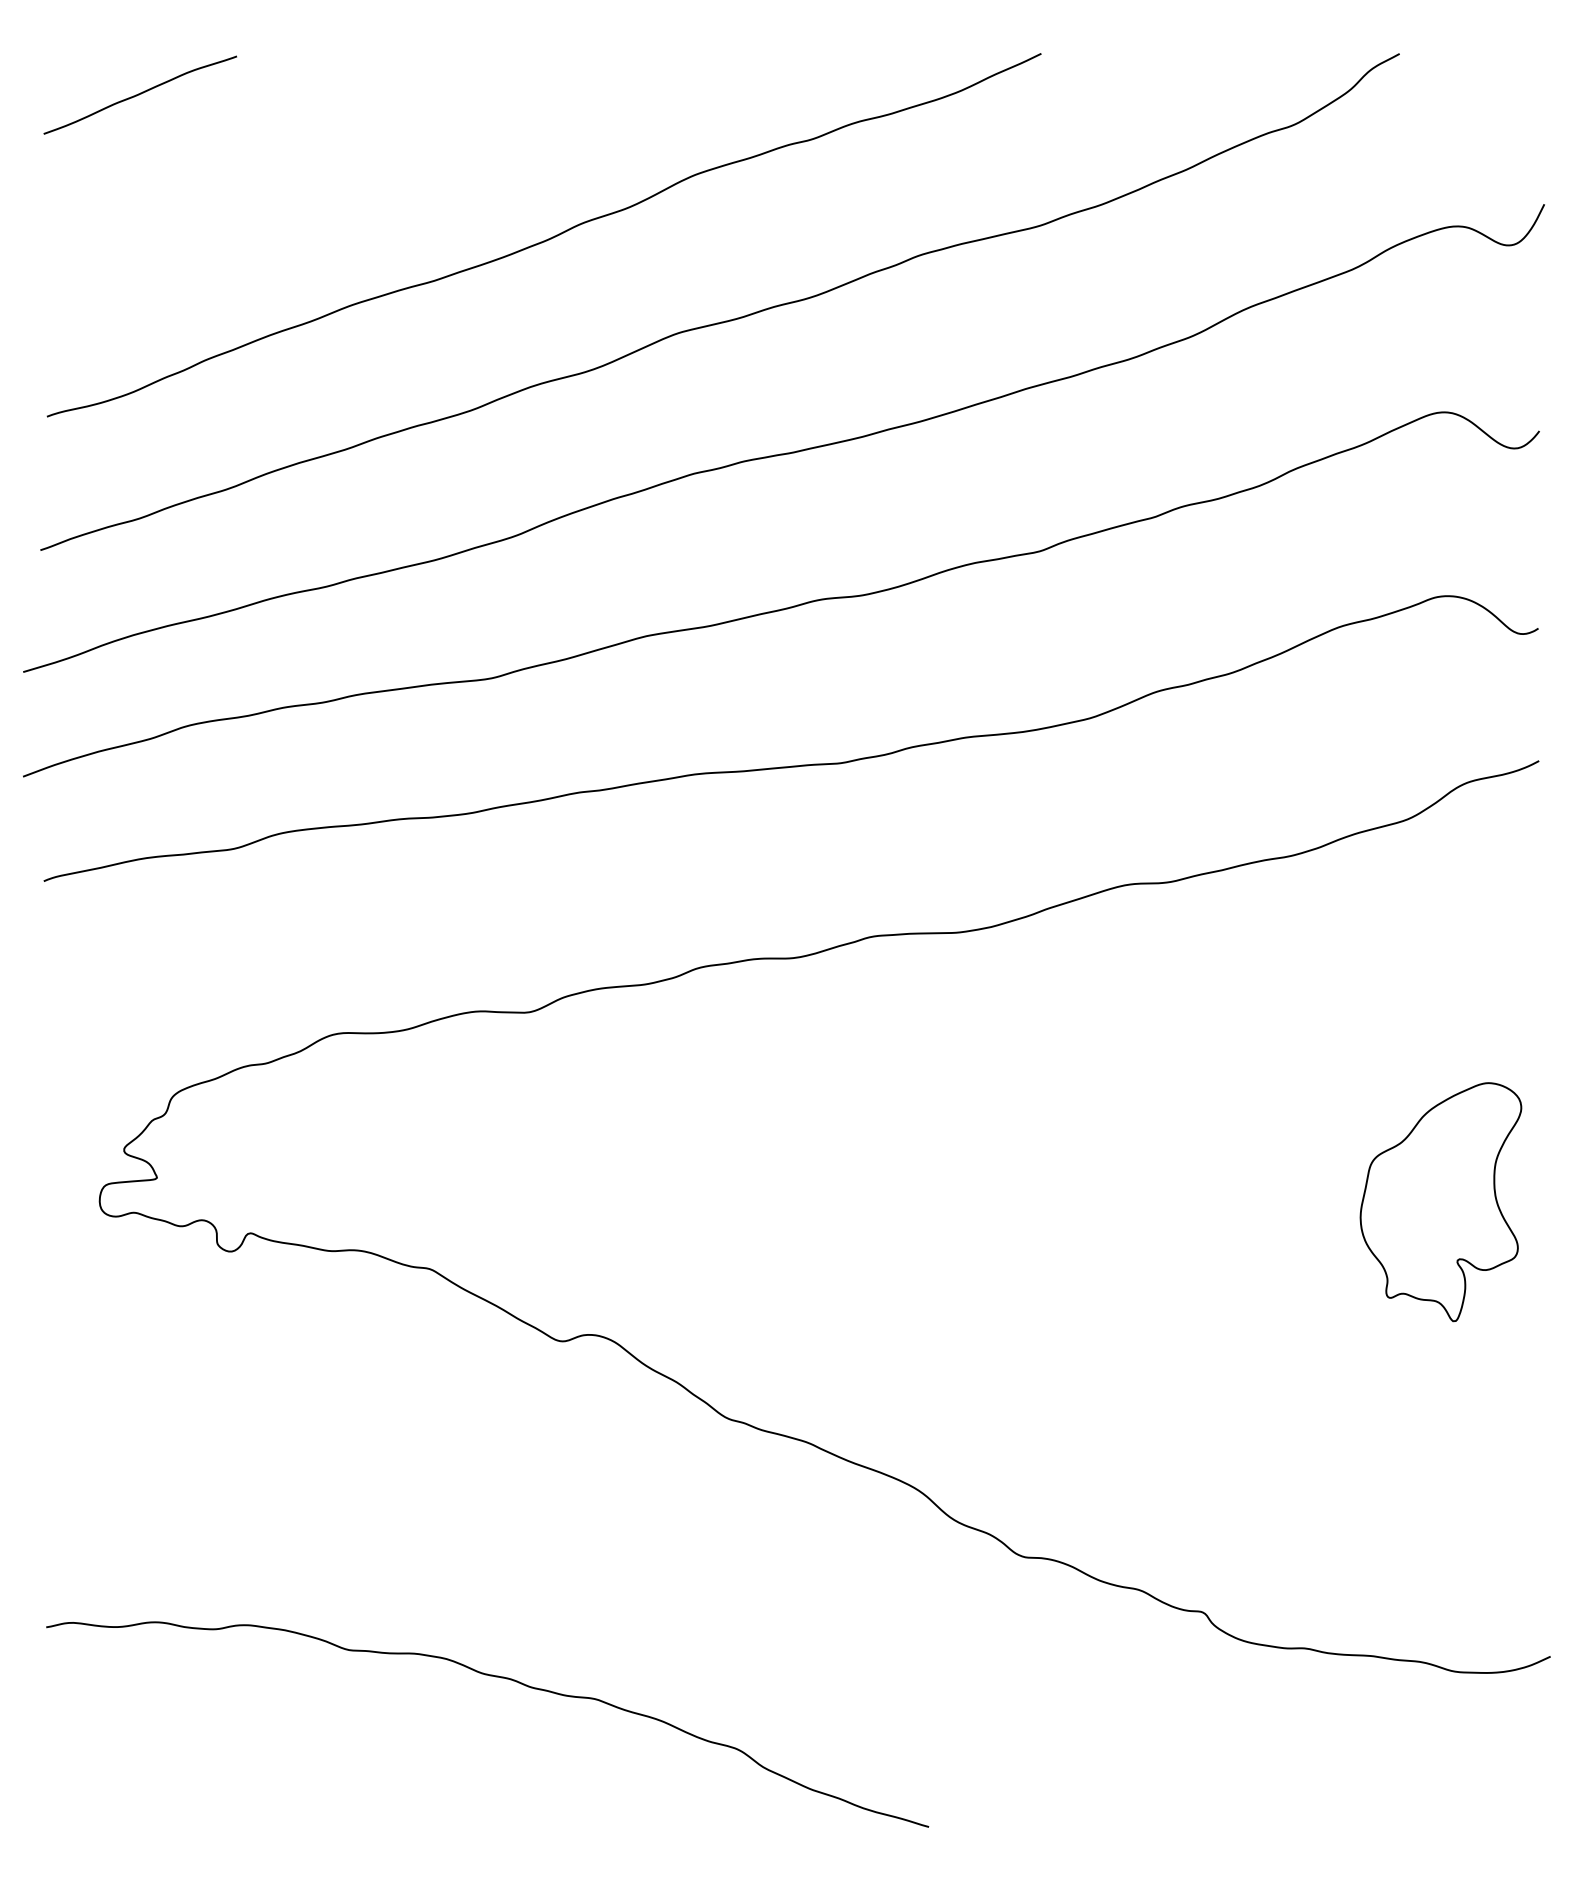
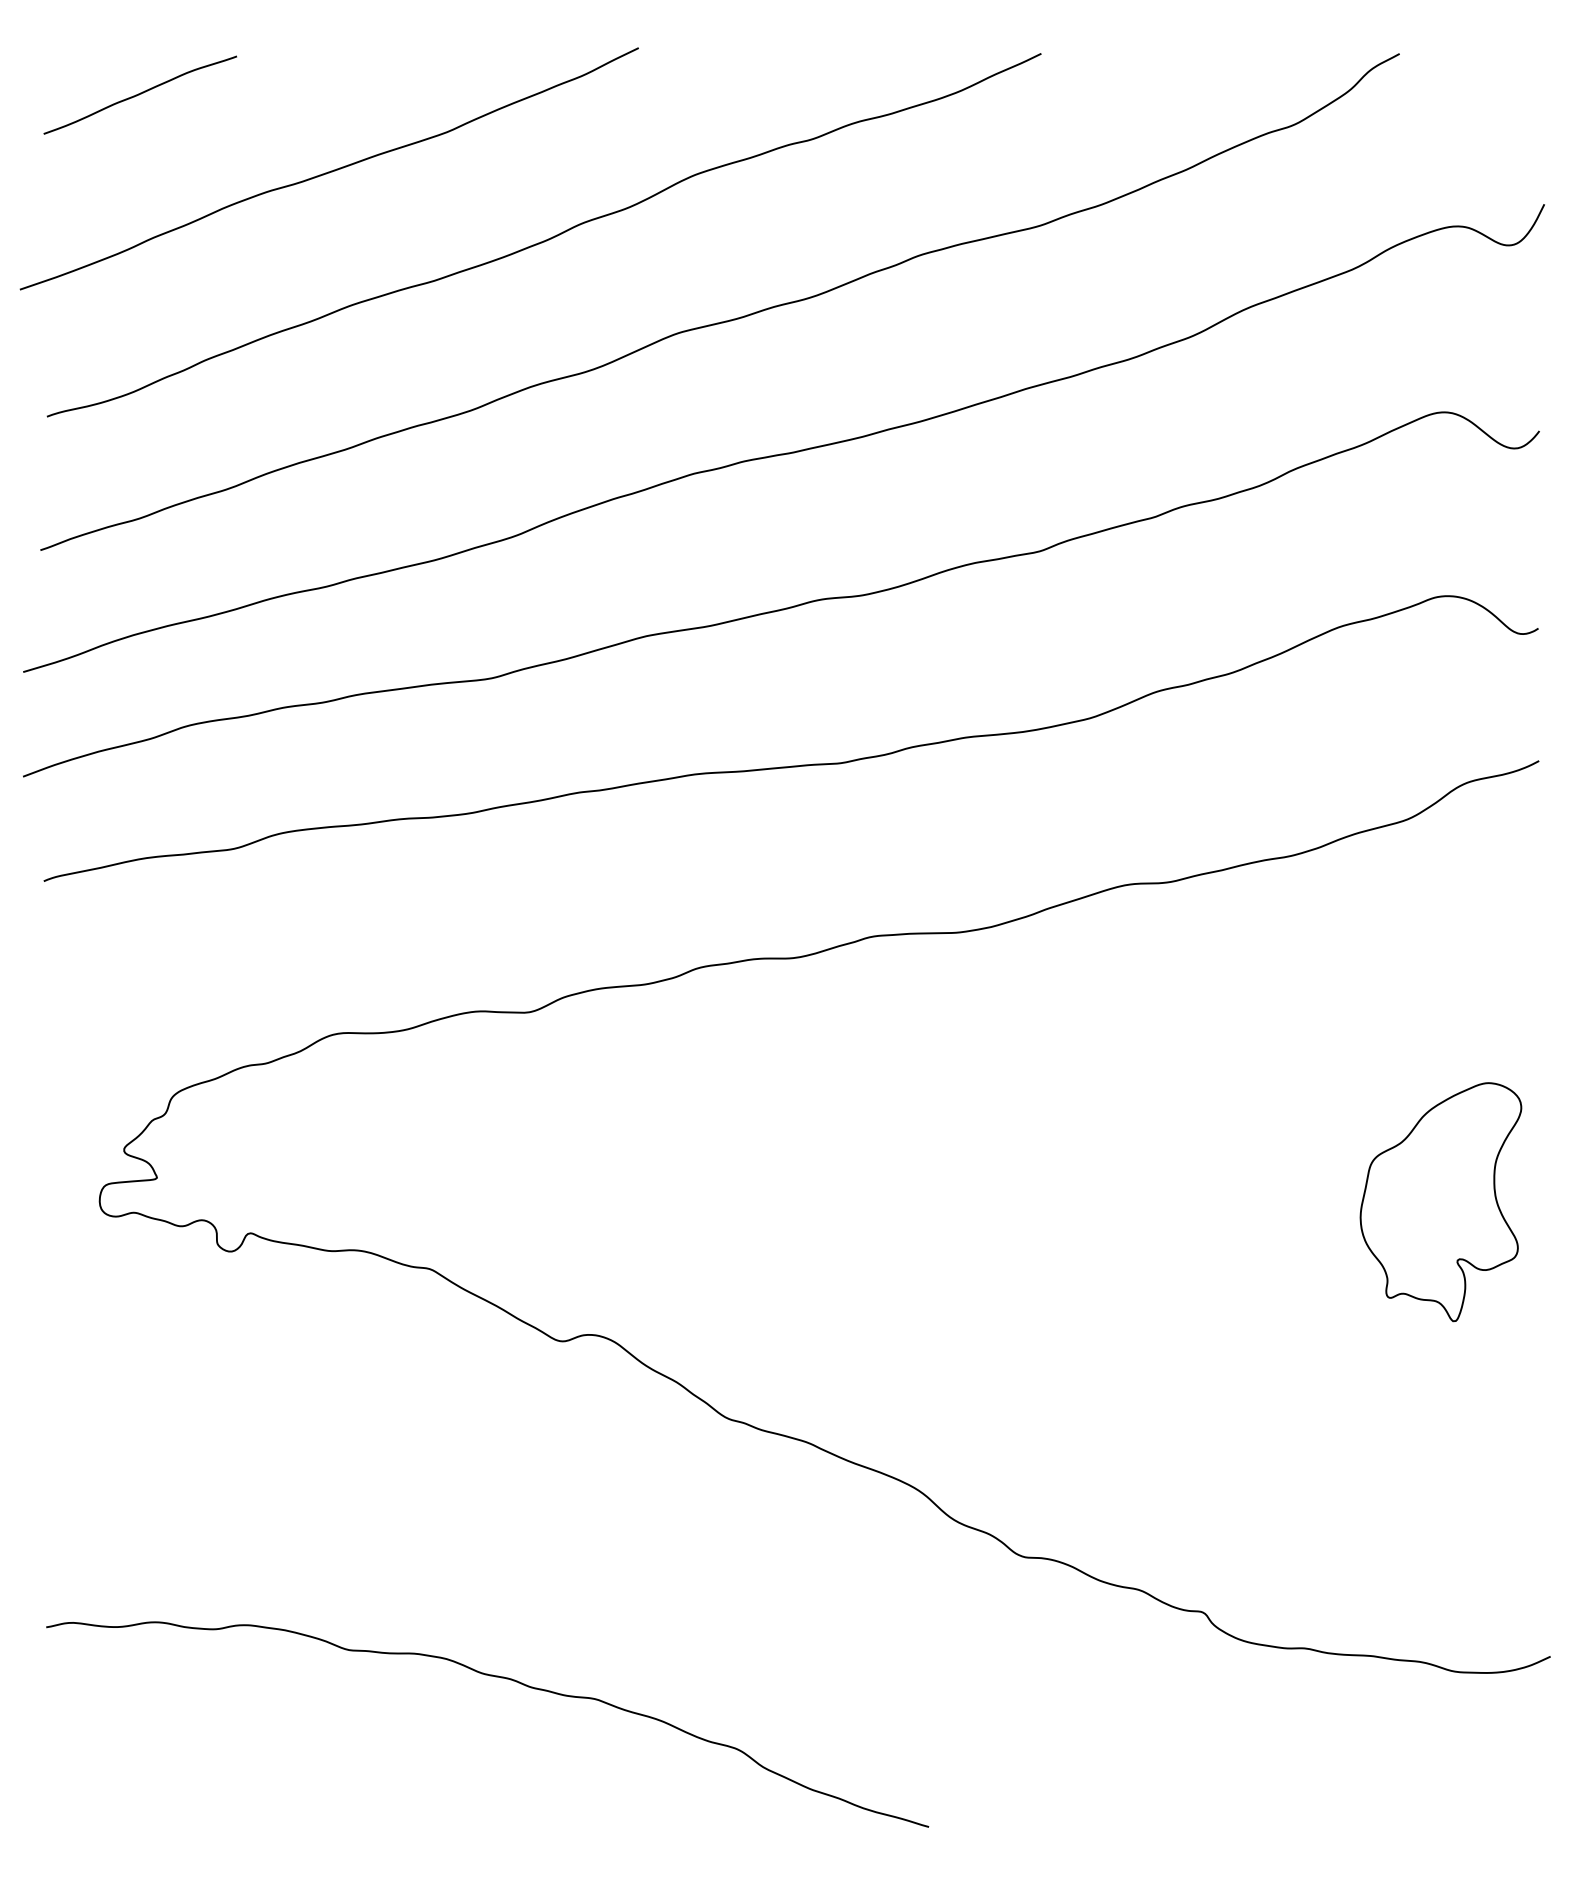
curve at (328, 171): none -> present
